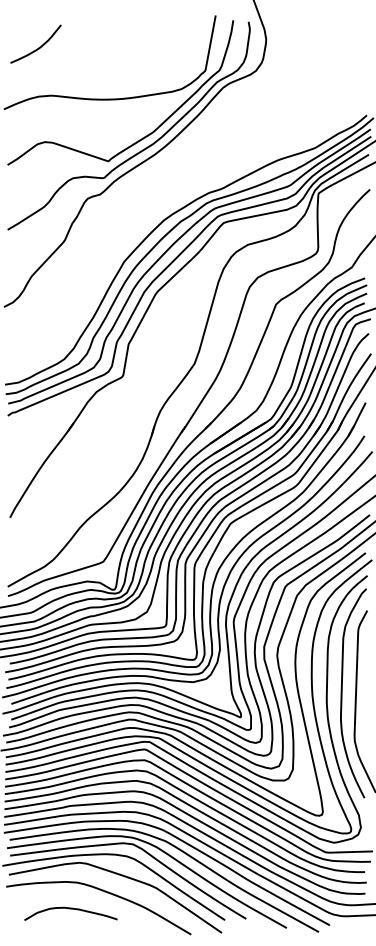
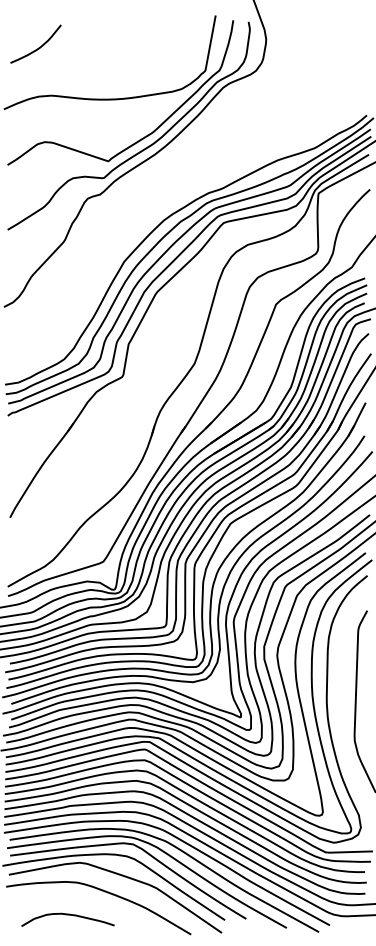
curve at (342, 693): present -> none
curve at (70, 909) position: (70, 909) -> (67, 915)
